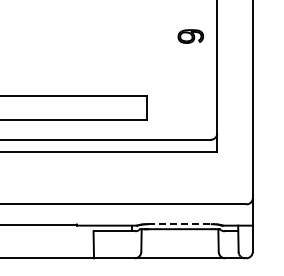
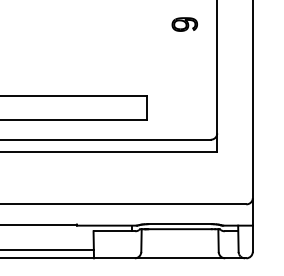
part at (190, 36) position: (190, 36) -> (184, 24)
line at (180, 224): dashed -> solid
line at (47, 250): none -> present
